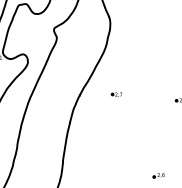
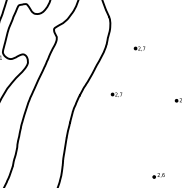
part at (139, 48): none -> present
